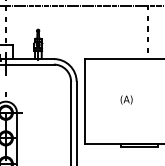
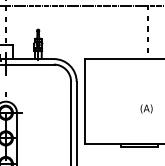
text at (126, 99) position: (126, 99) -> (146, 108)
